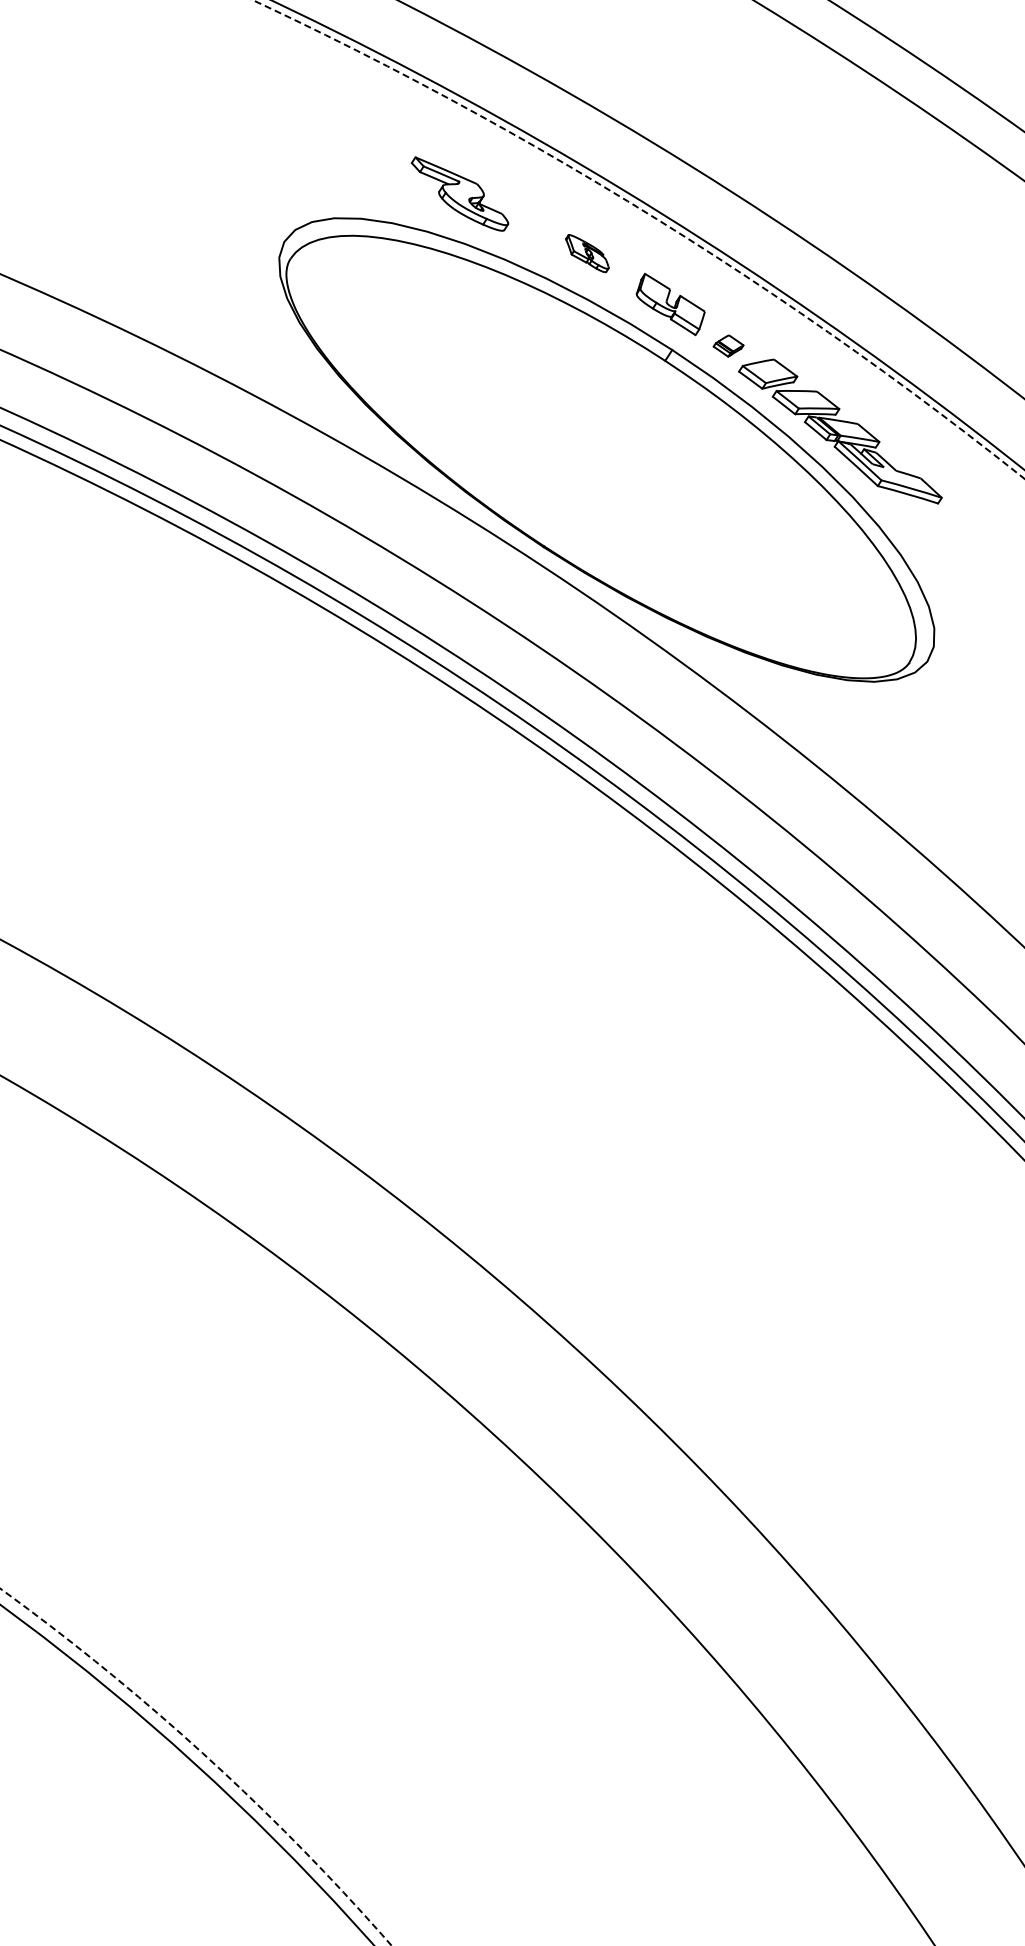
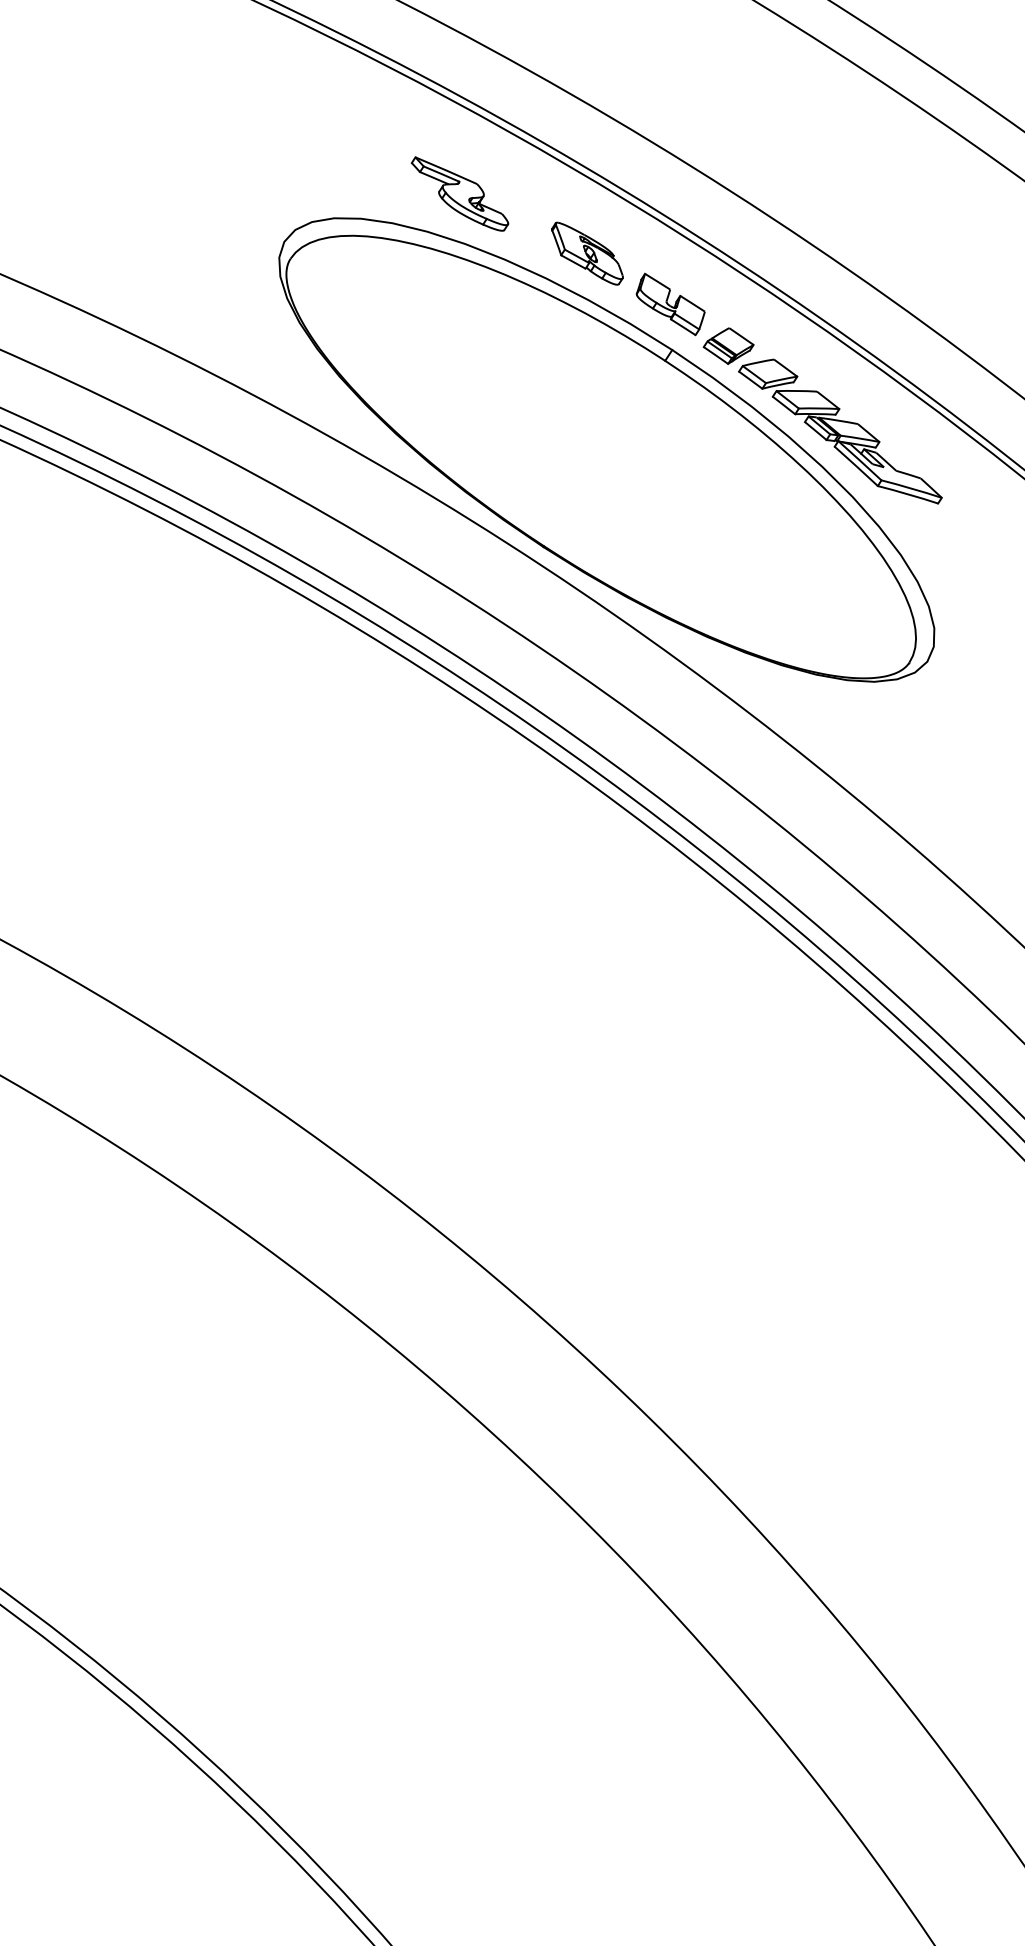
arc at (653, 217): dashed -> solid
part at (587, 253) size: 45x40 px -> 73x65 px
part at (728, 345) size: 33x24 px -> 53x38 px
circle at (195, 1766): dashed -> solid
